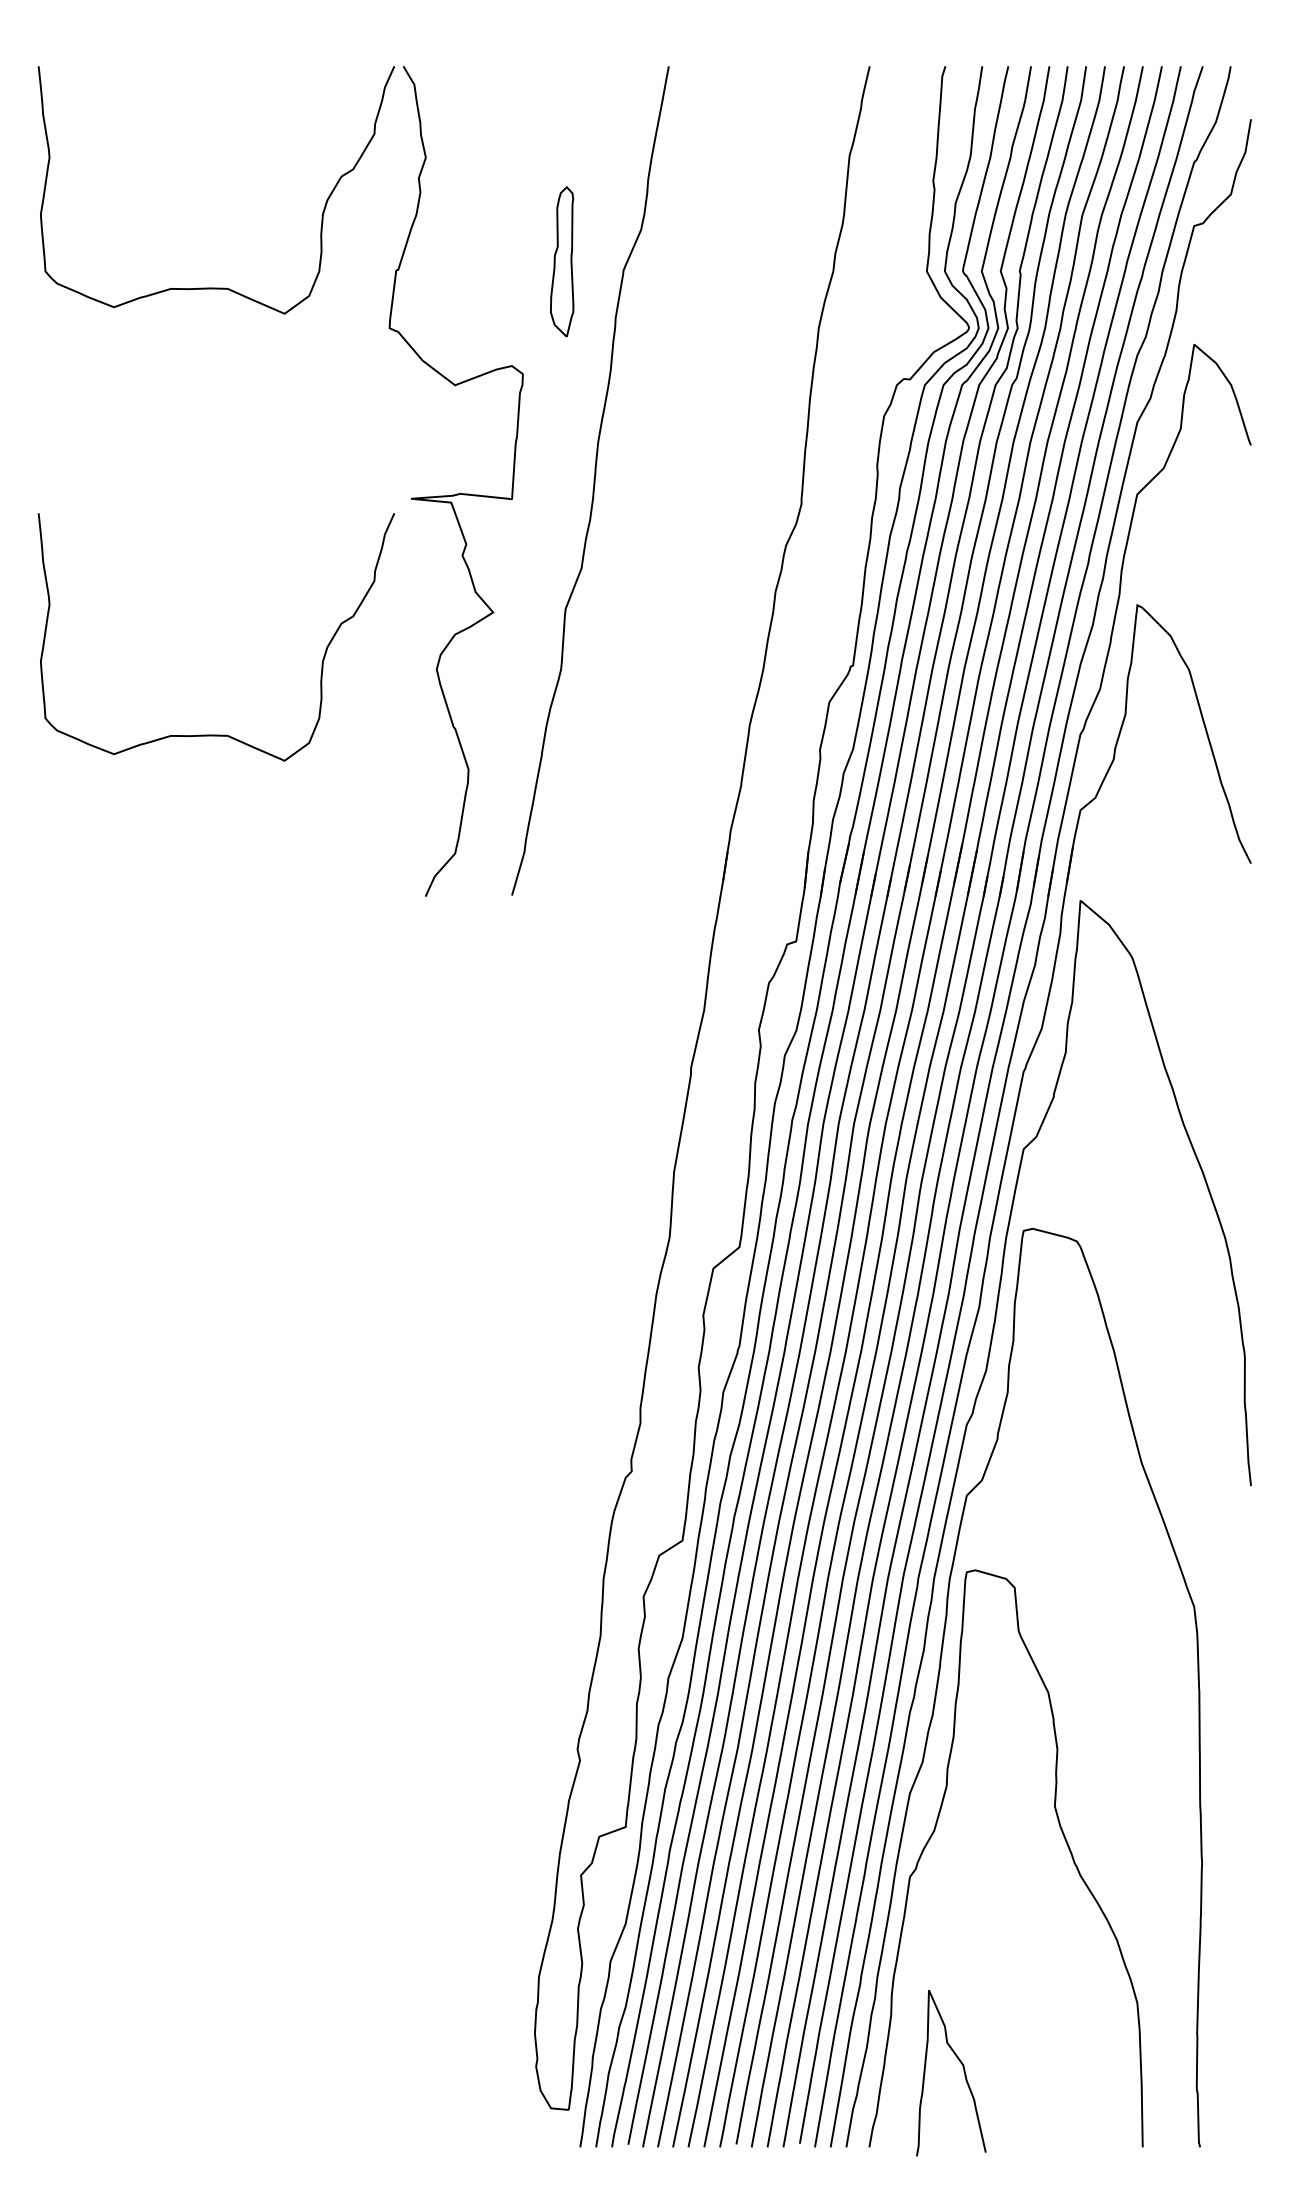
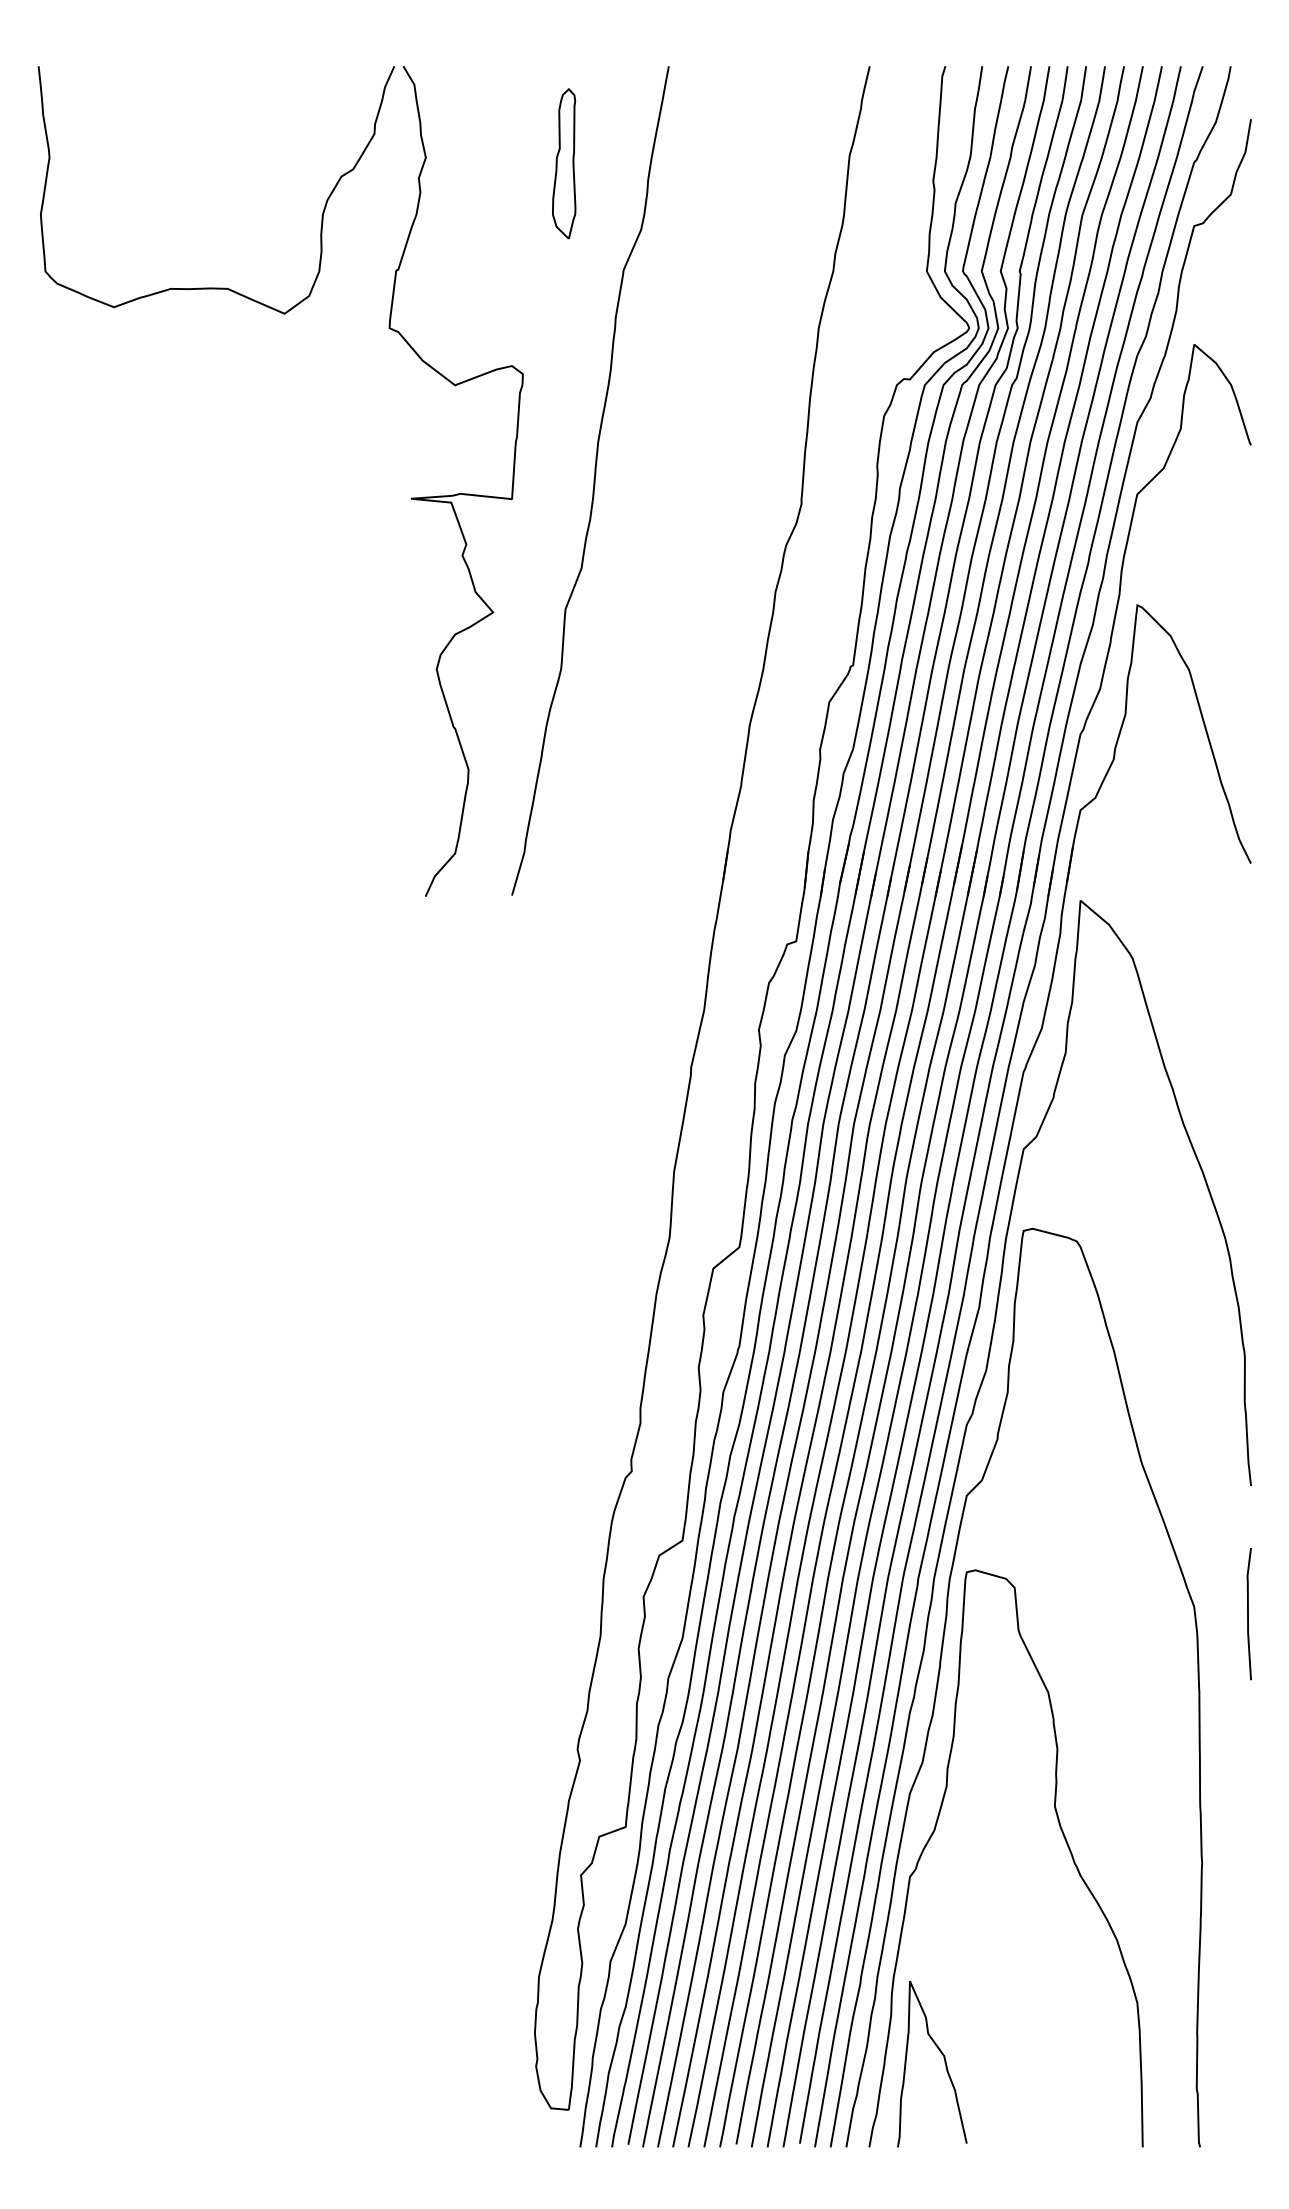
part at (562, 261) position: (562, 261) -> (564, 163)
curve at (215, 734): present -> none
curve at (1248, 1614): none -> present
curve at (963, 2071) position: (963, 2071) -> (944, 2062)
